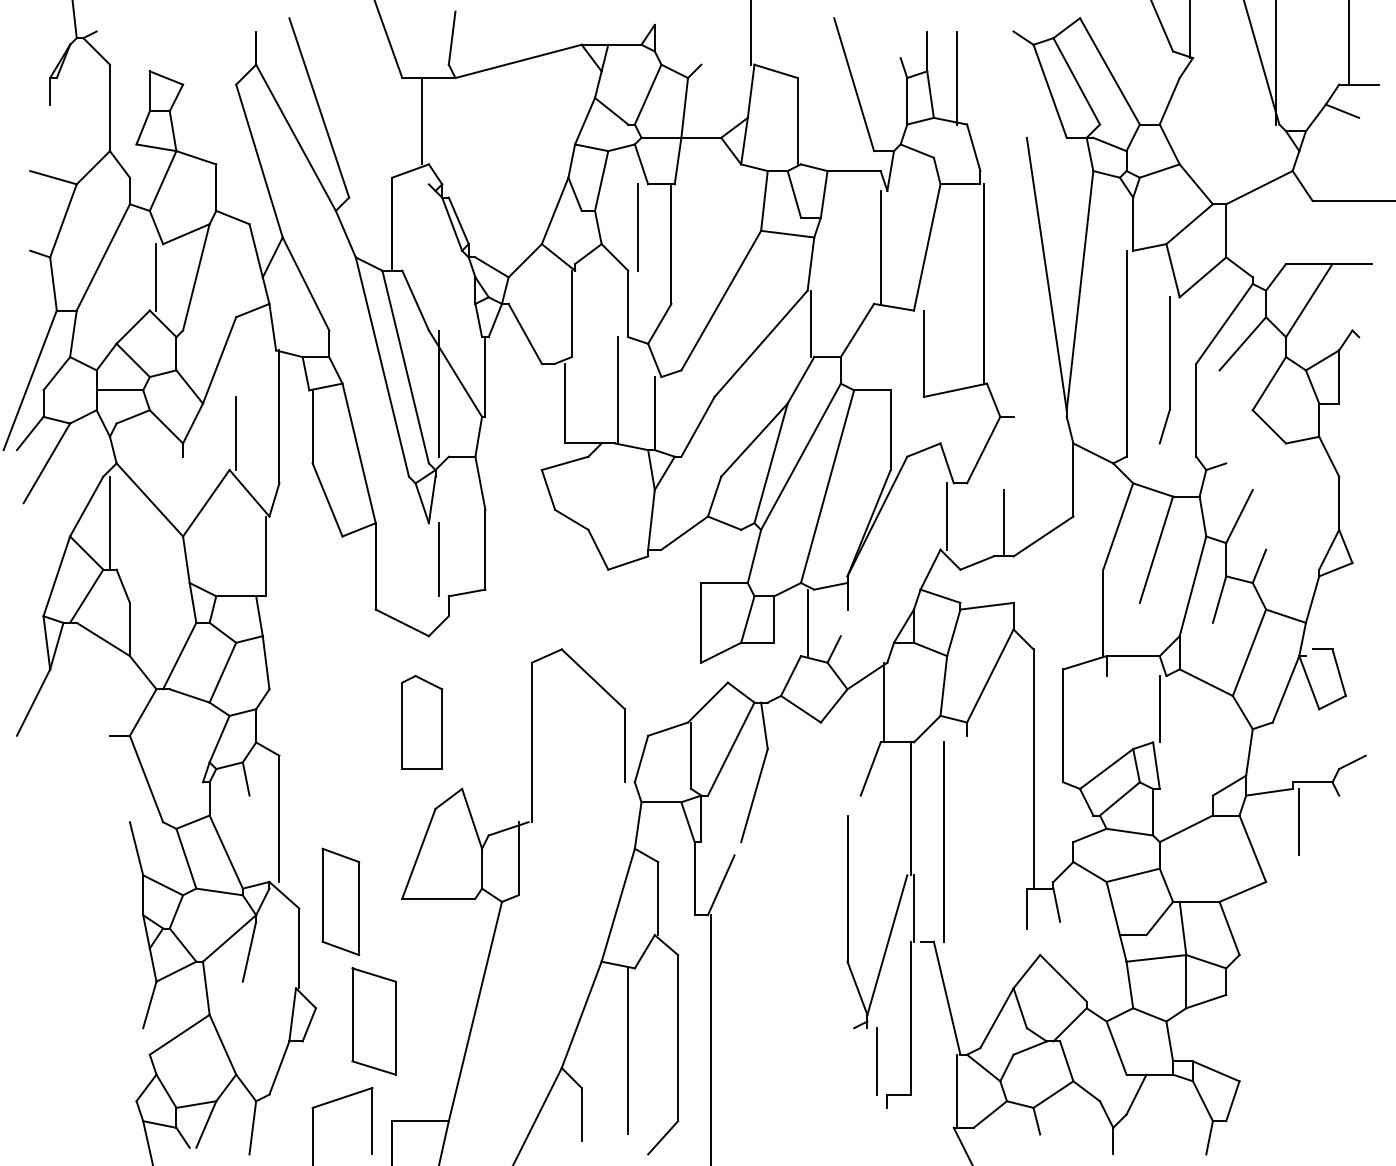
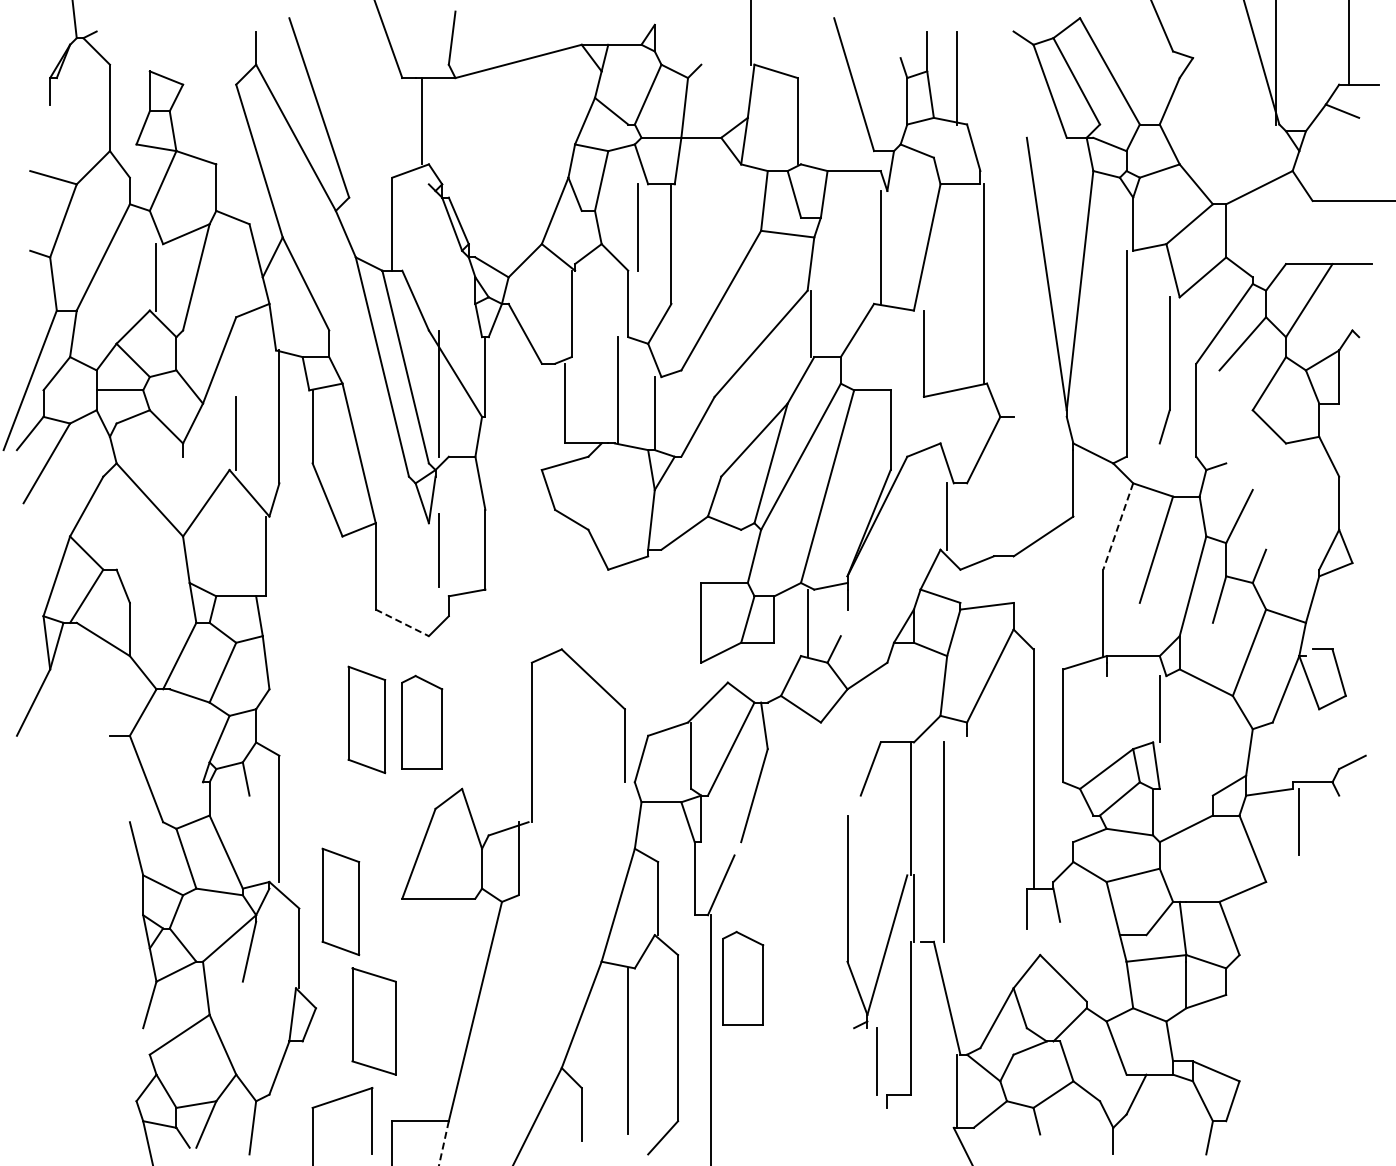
line at (1189, 30): present -> none
line at (109, 522): present -> none
line at (1003, 522): present -> none
line at (1118, 526): solid -> dashed
line at (438, 559) position: (438, 559) -> (438, 550)
line at (402, 622): solid -> dashed
line at (884, 702): present -> none
part at (366, 719): none -> present
part at (743, 977): none -> present
line at (443, 1143): solid -> dashed
